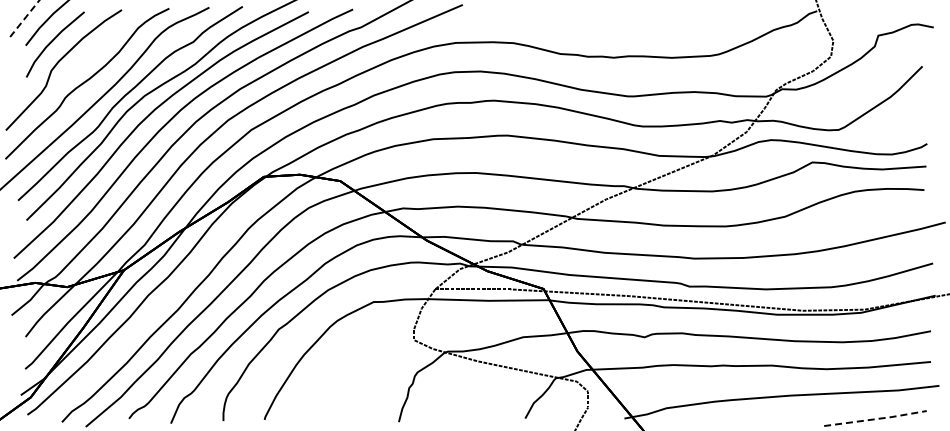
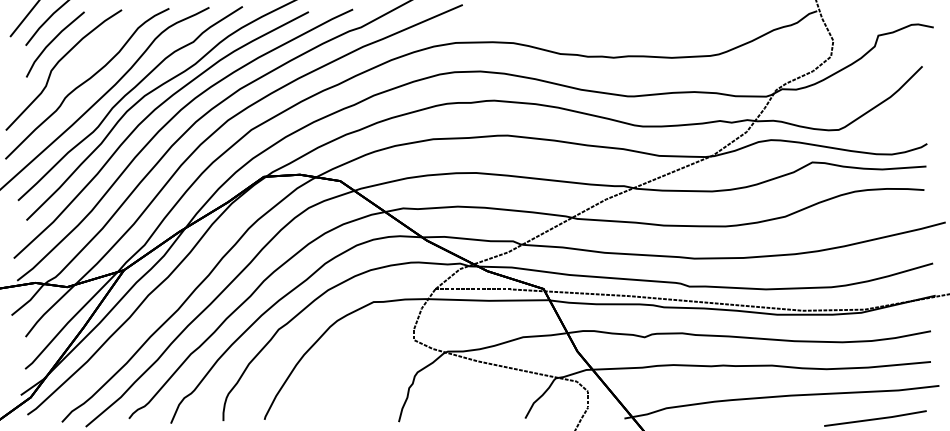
line at (24, 19): dashed -> solid
line at (876, 419): dashed -> solid
